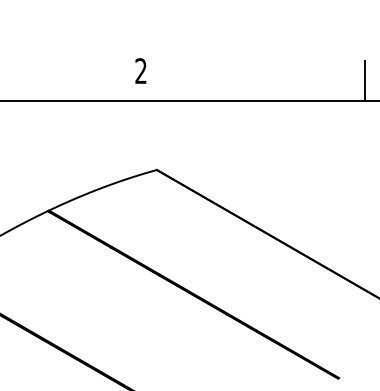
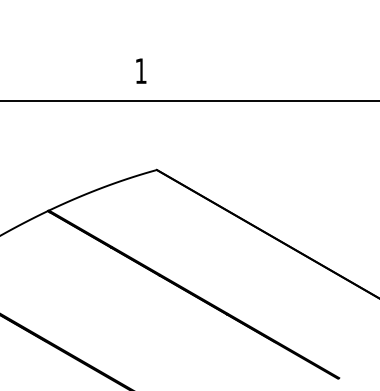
text at (140, 70): 2 -> 1
line at (365, 80): present -> none
